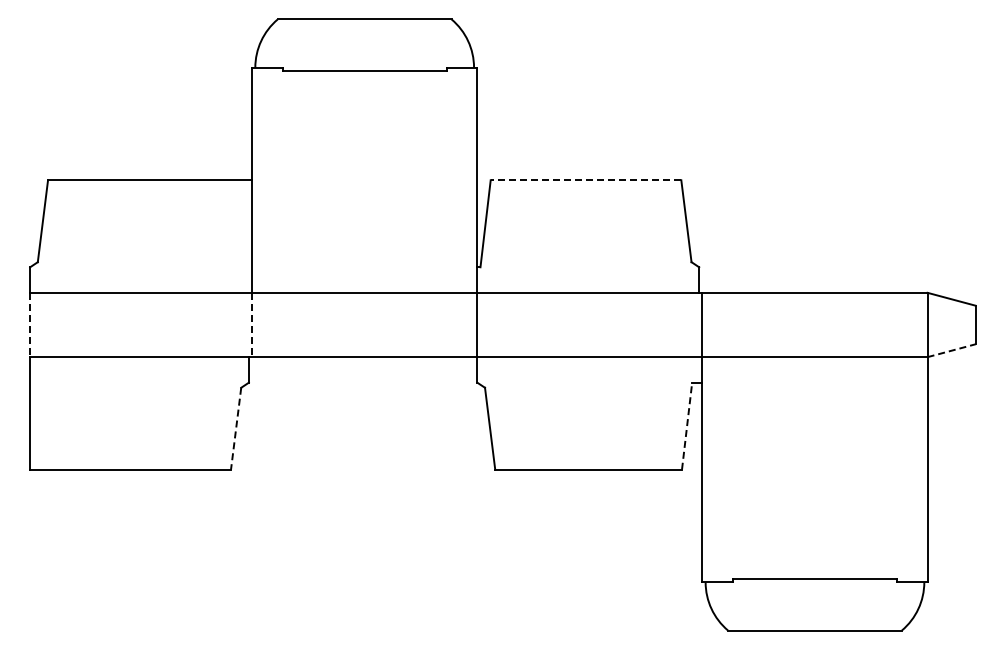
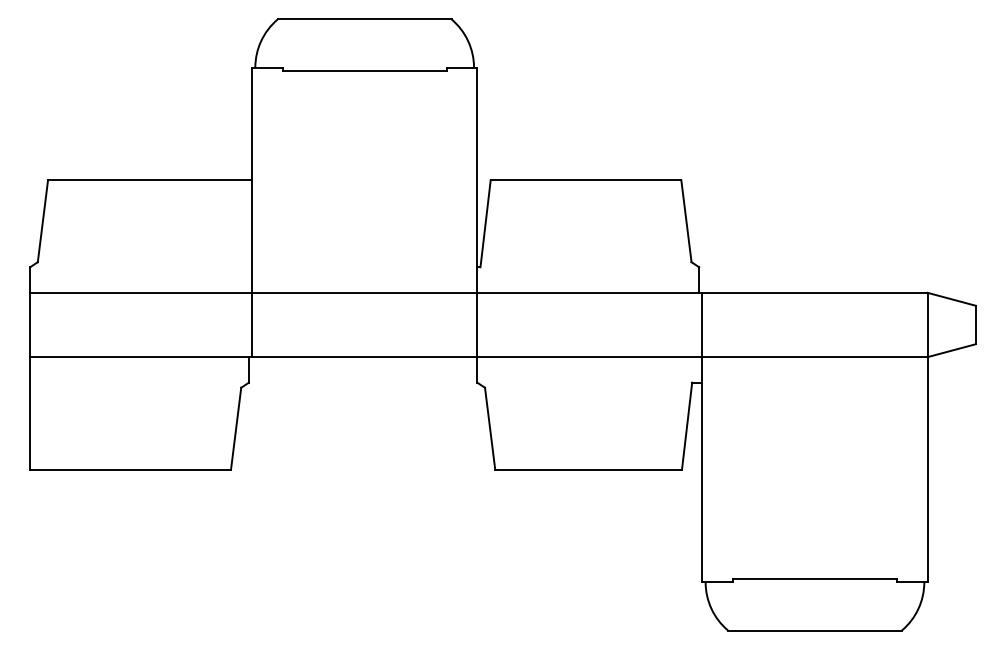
line at (585, 180): dashed -> solid
line at (30, 325): dashed -> solid
line at (252, 325): dashed -> solid
line at (951, 350): dashed -> solid
line at (687, 426): dashed -> solid
line at (236, 429): dashed -> solid
